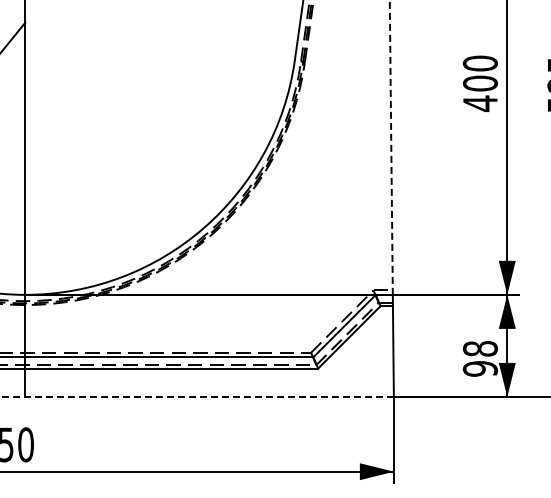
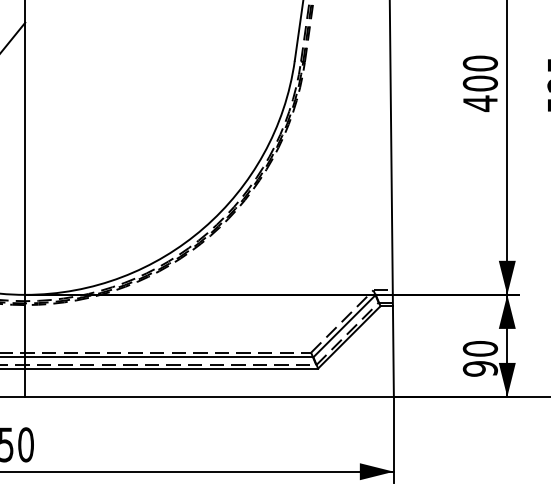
line at (391, 147): dashed -> solid
text at (480, 348): 98 -> 90
line at (197, 396): dashed -> solid
